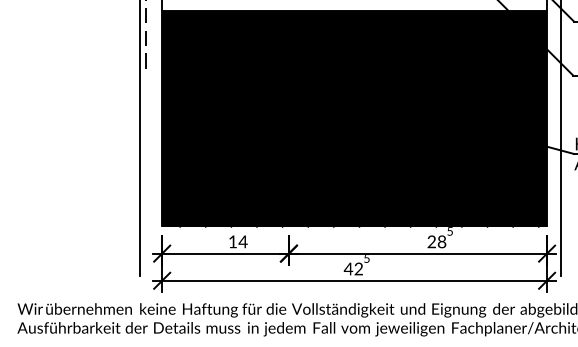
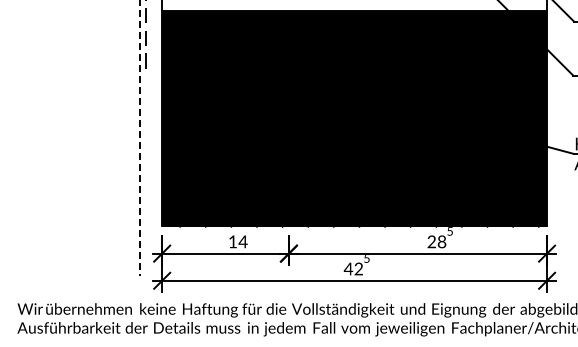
line at (139, 138): solid -> dashed
line at (560, 139): present -> none
